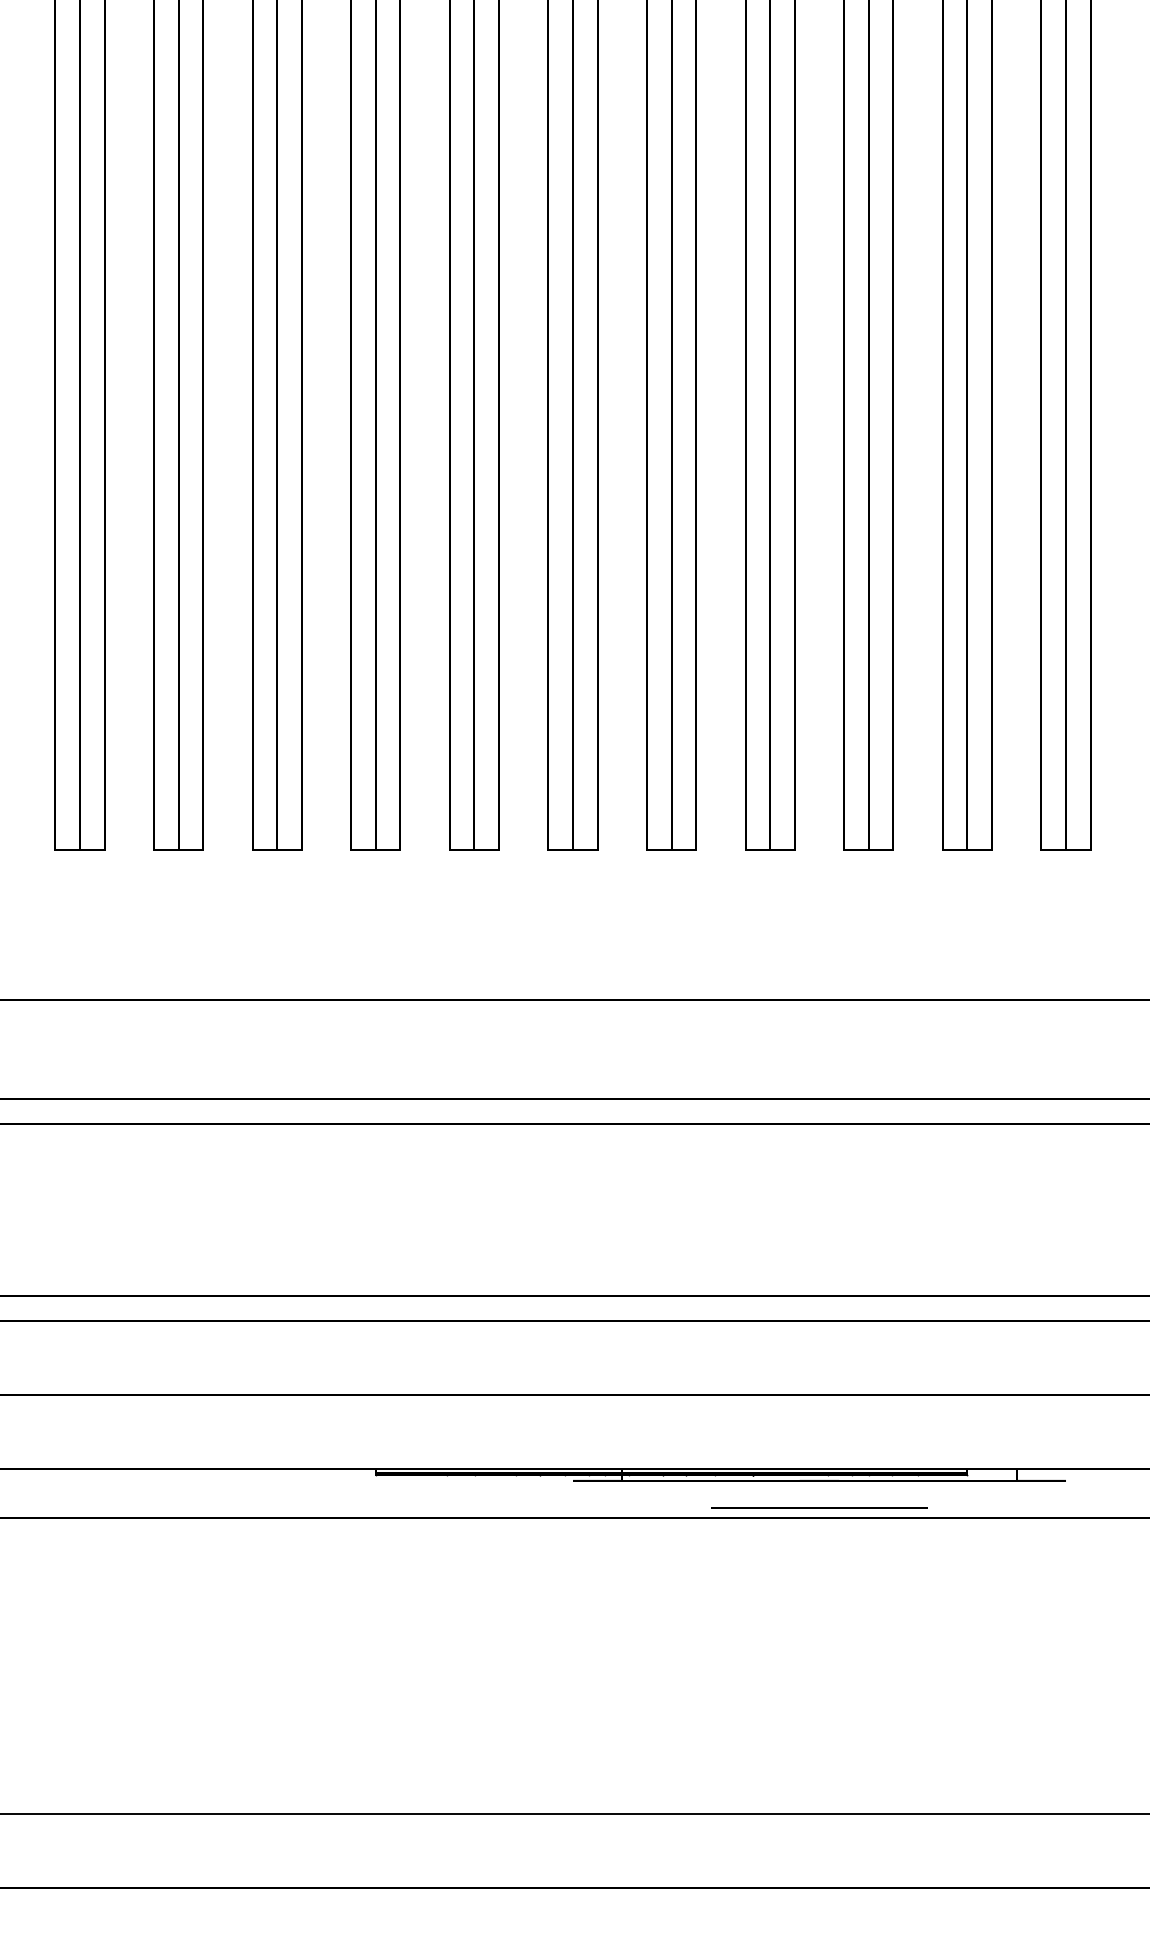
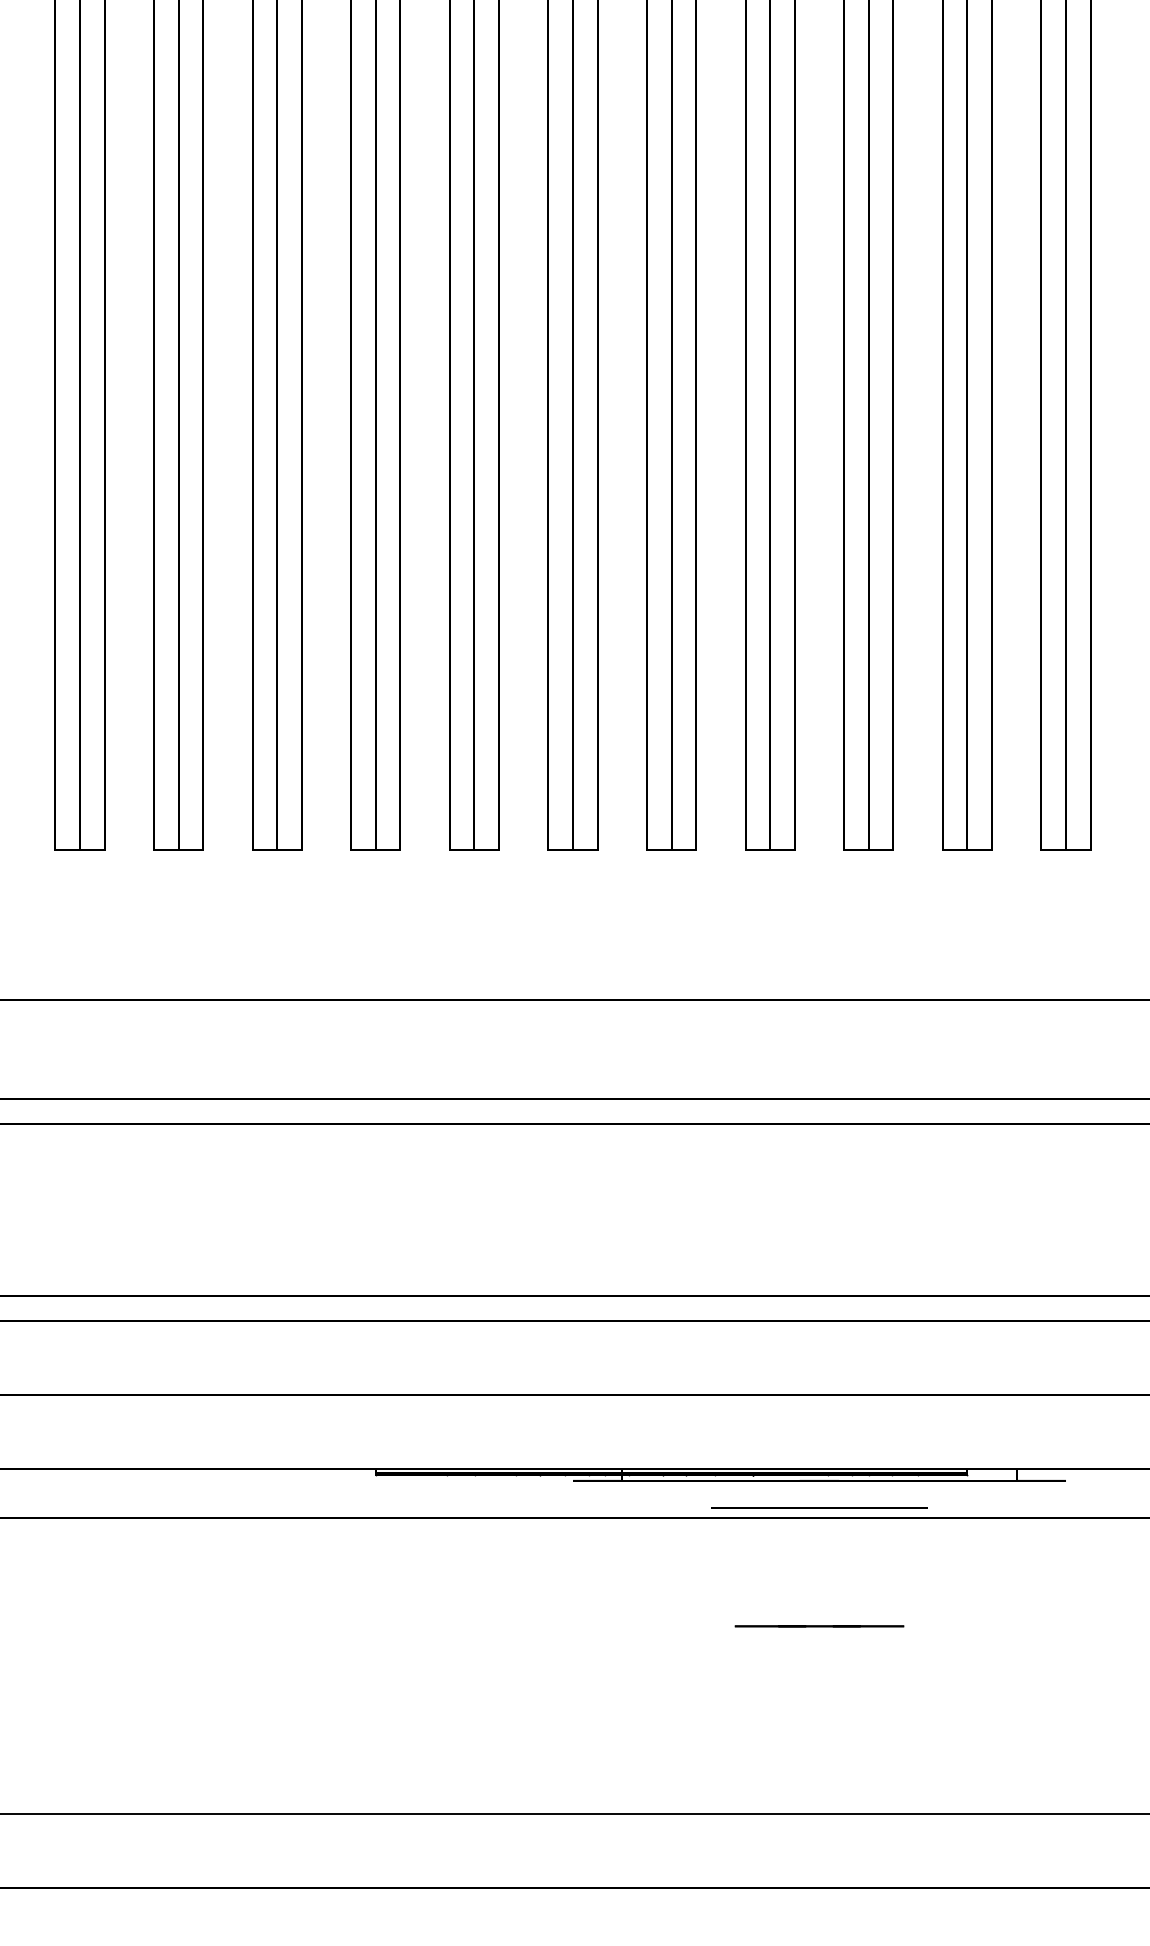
line at (819, 1626): none -> present
